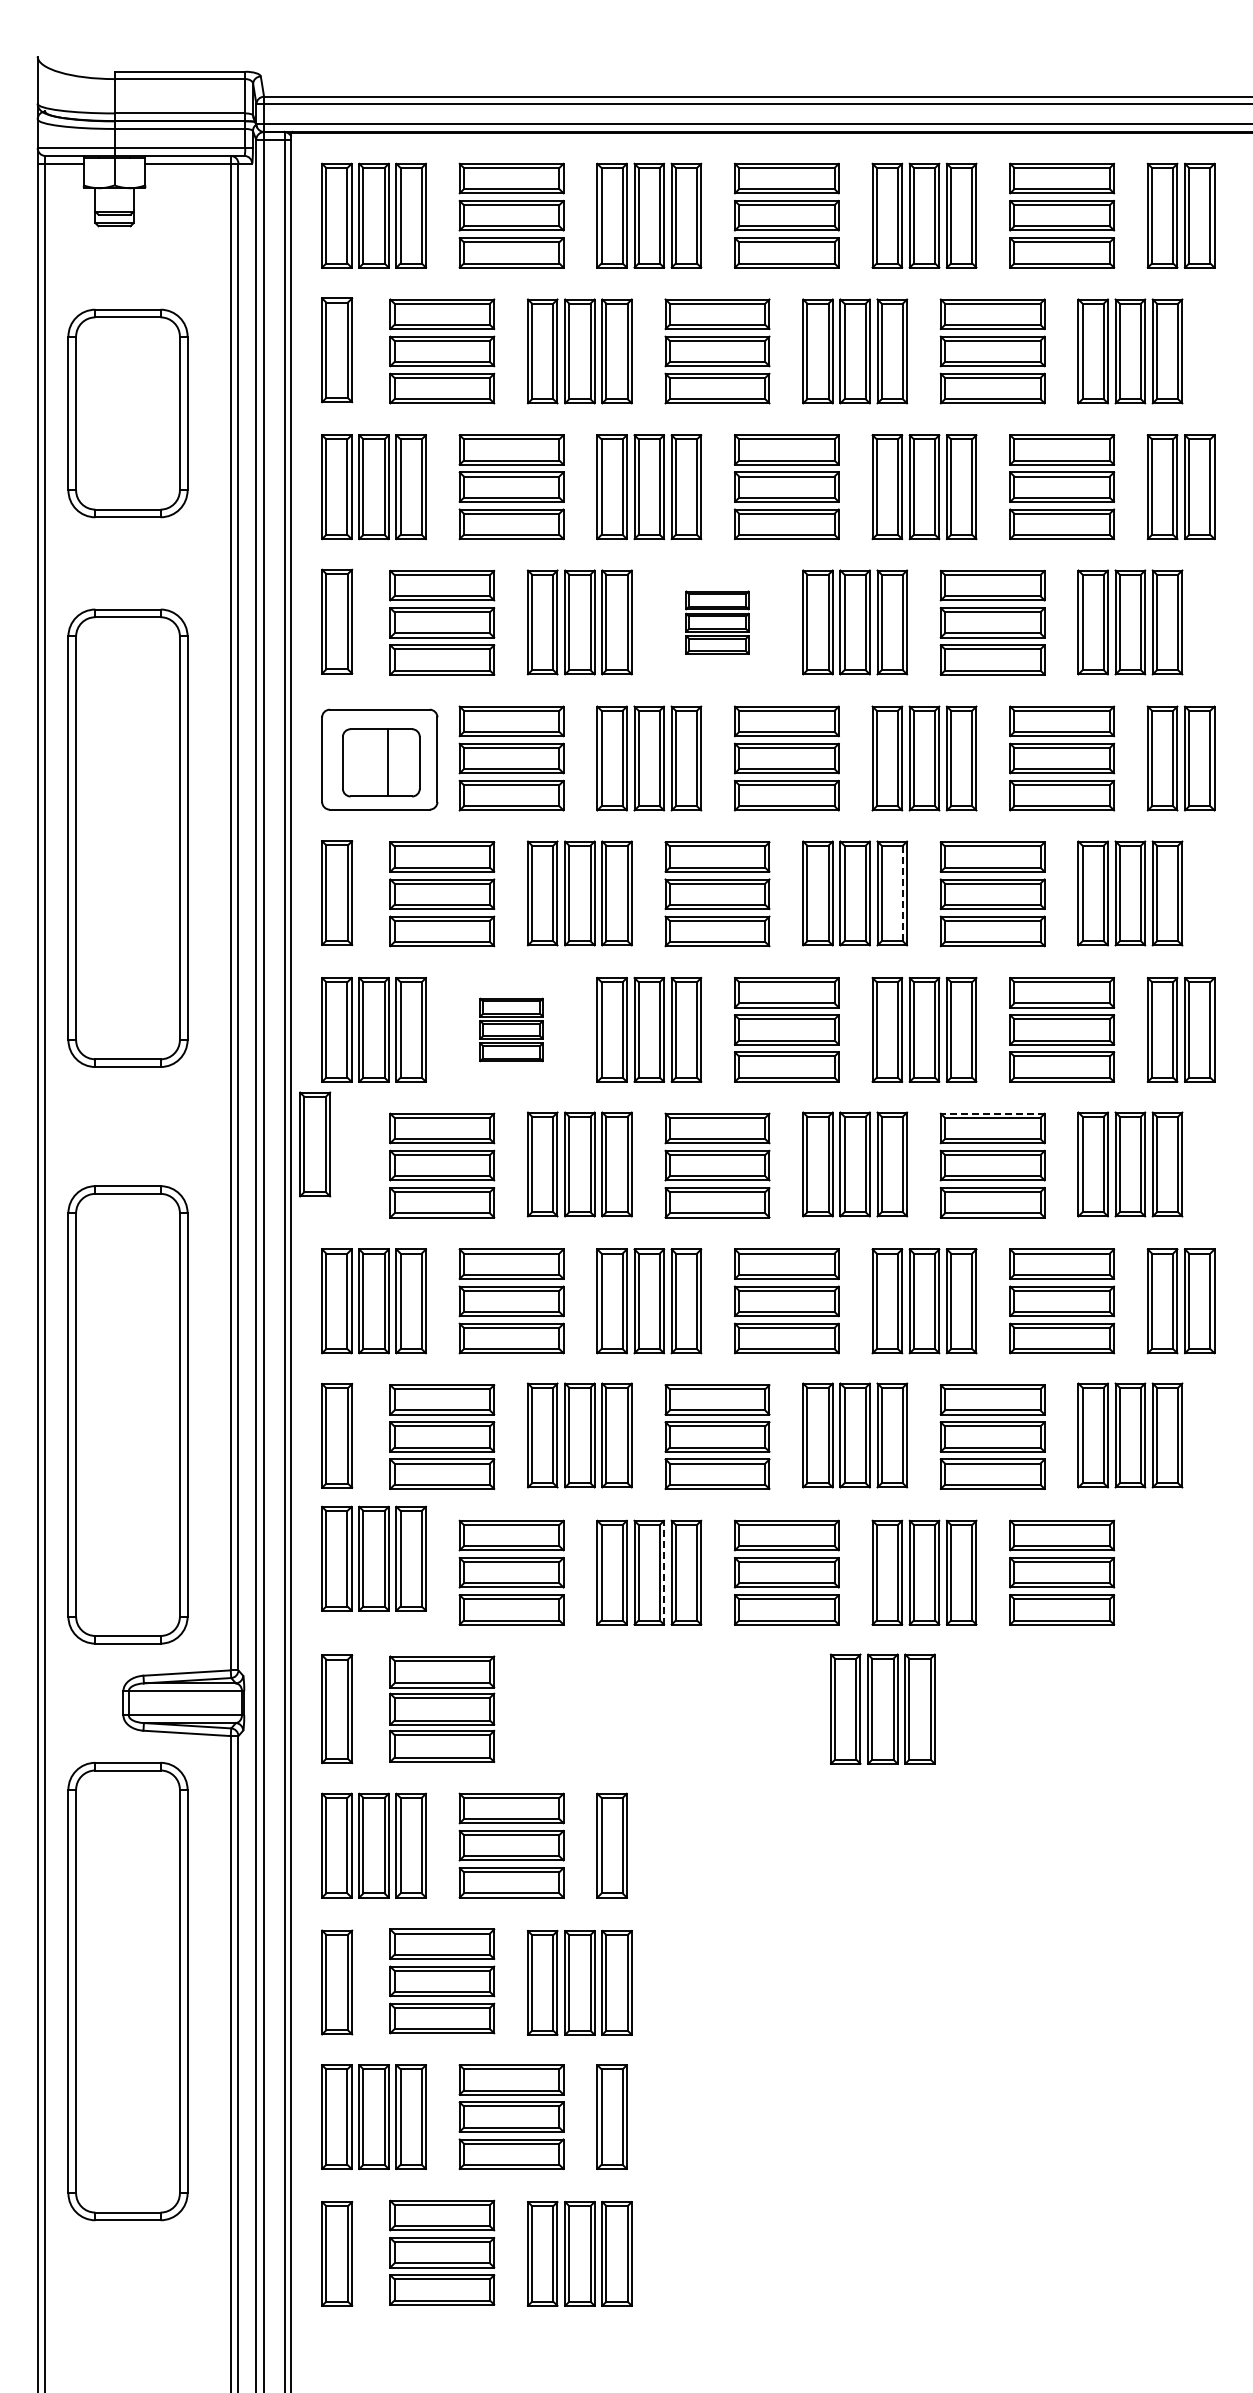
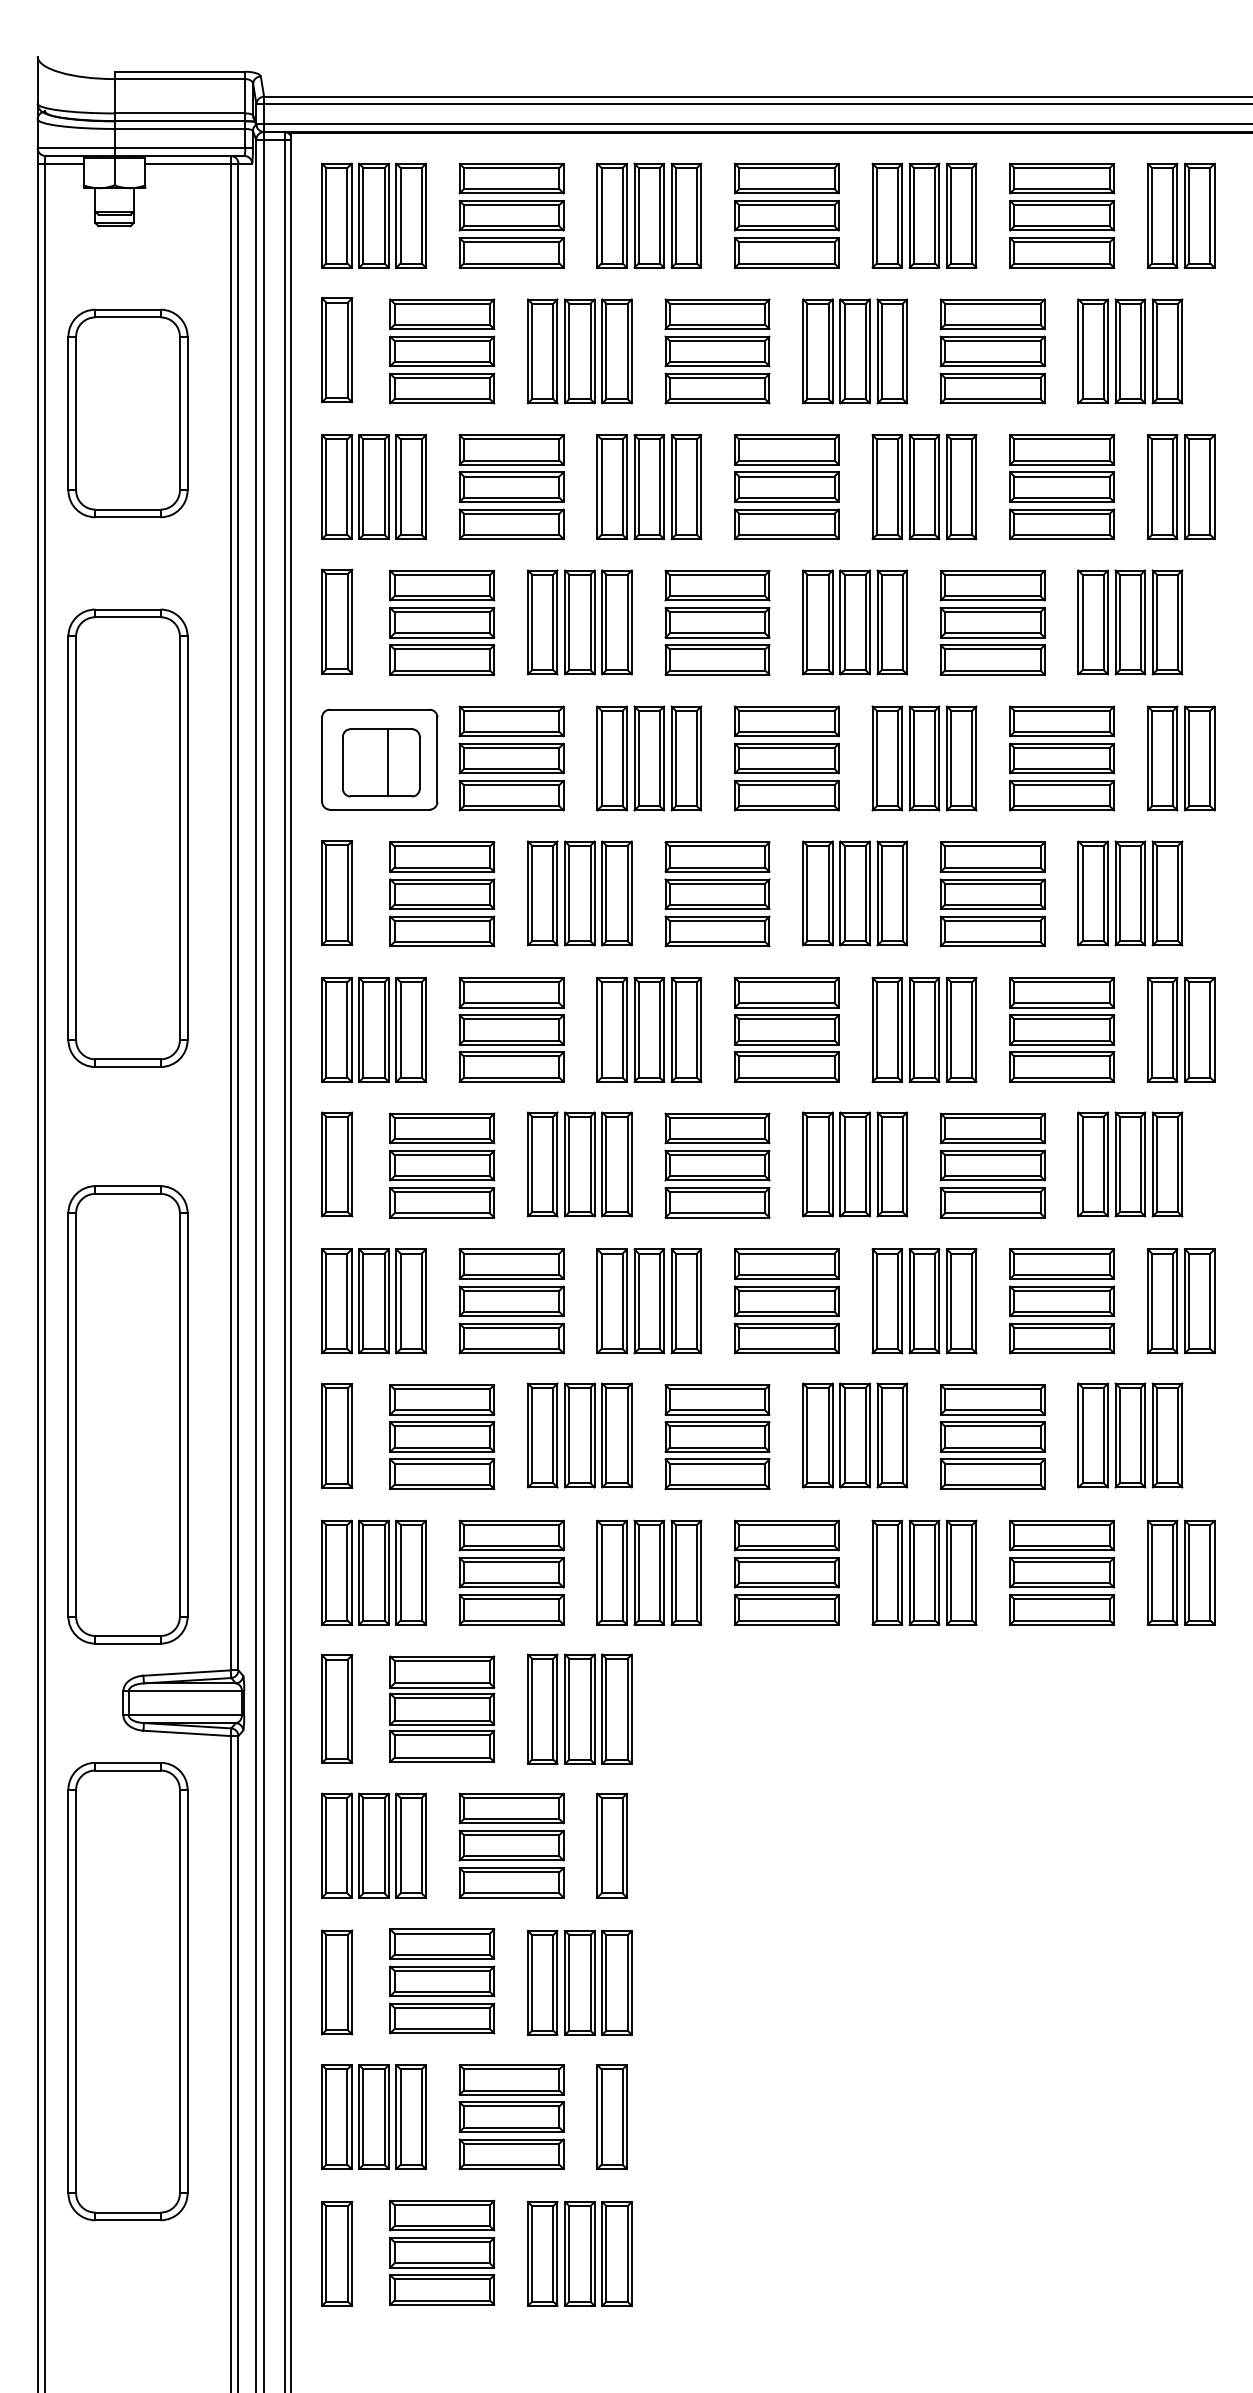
part at (717, 622) size: 65x65 px -> 107x107 px
line at (902, 893): dashed -> solid
part at (511, 1029) size: 65x66 px -> 107x106 px
line at (992, 1113): dashed -> solid
part at (315, 1144) position: (315, 1144) -> (337, 1164)
part at (373, 1558) position: (373, 1558) -> (373, 1572)
line at (664, 1572): dashed -> solid
part at (1180, 1572): none -> present
part at (882, 1708) position: (882, 1708) -> (579, 1708)
